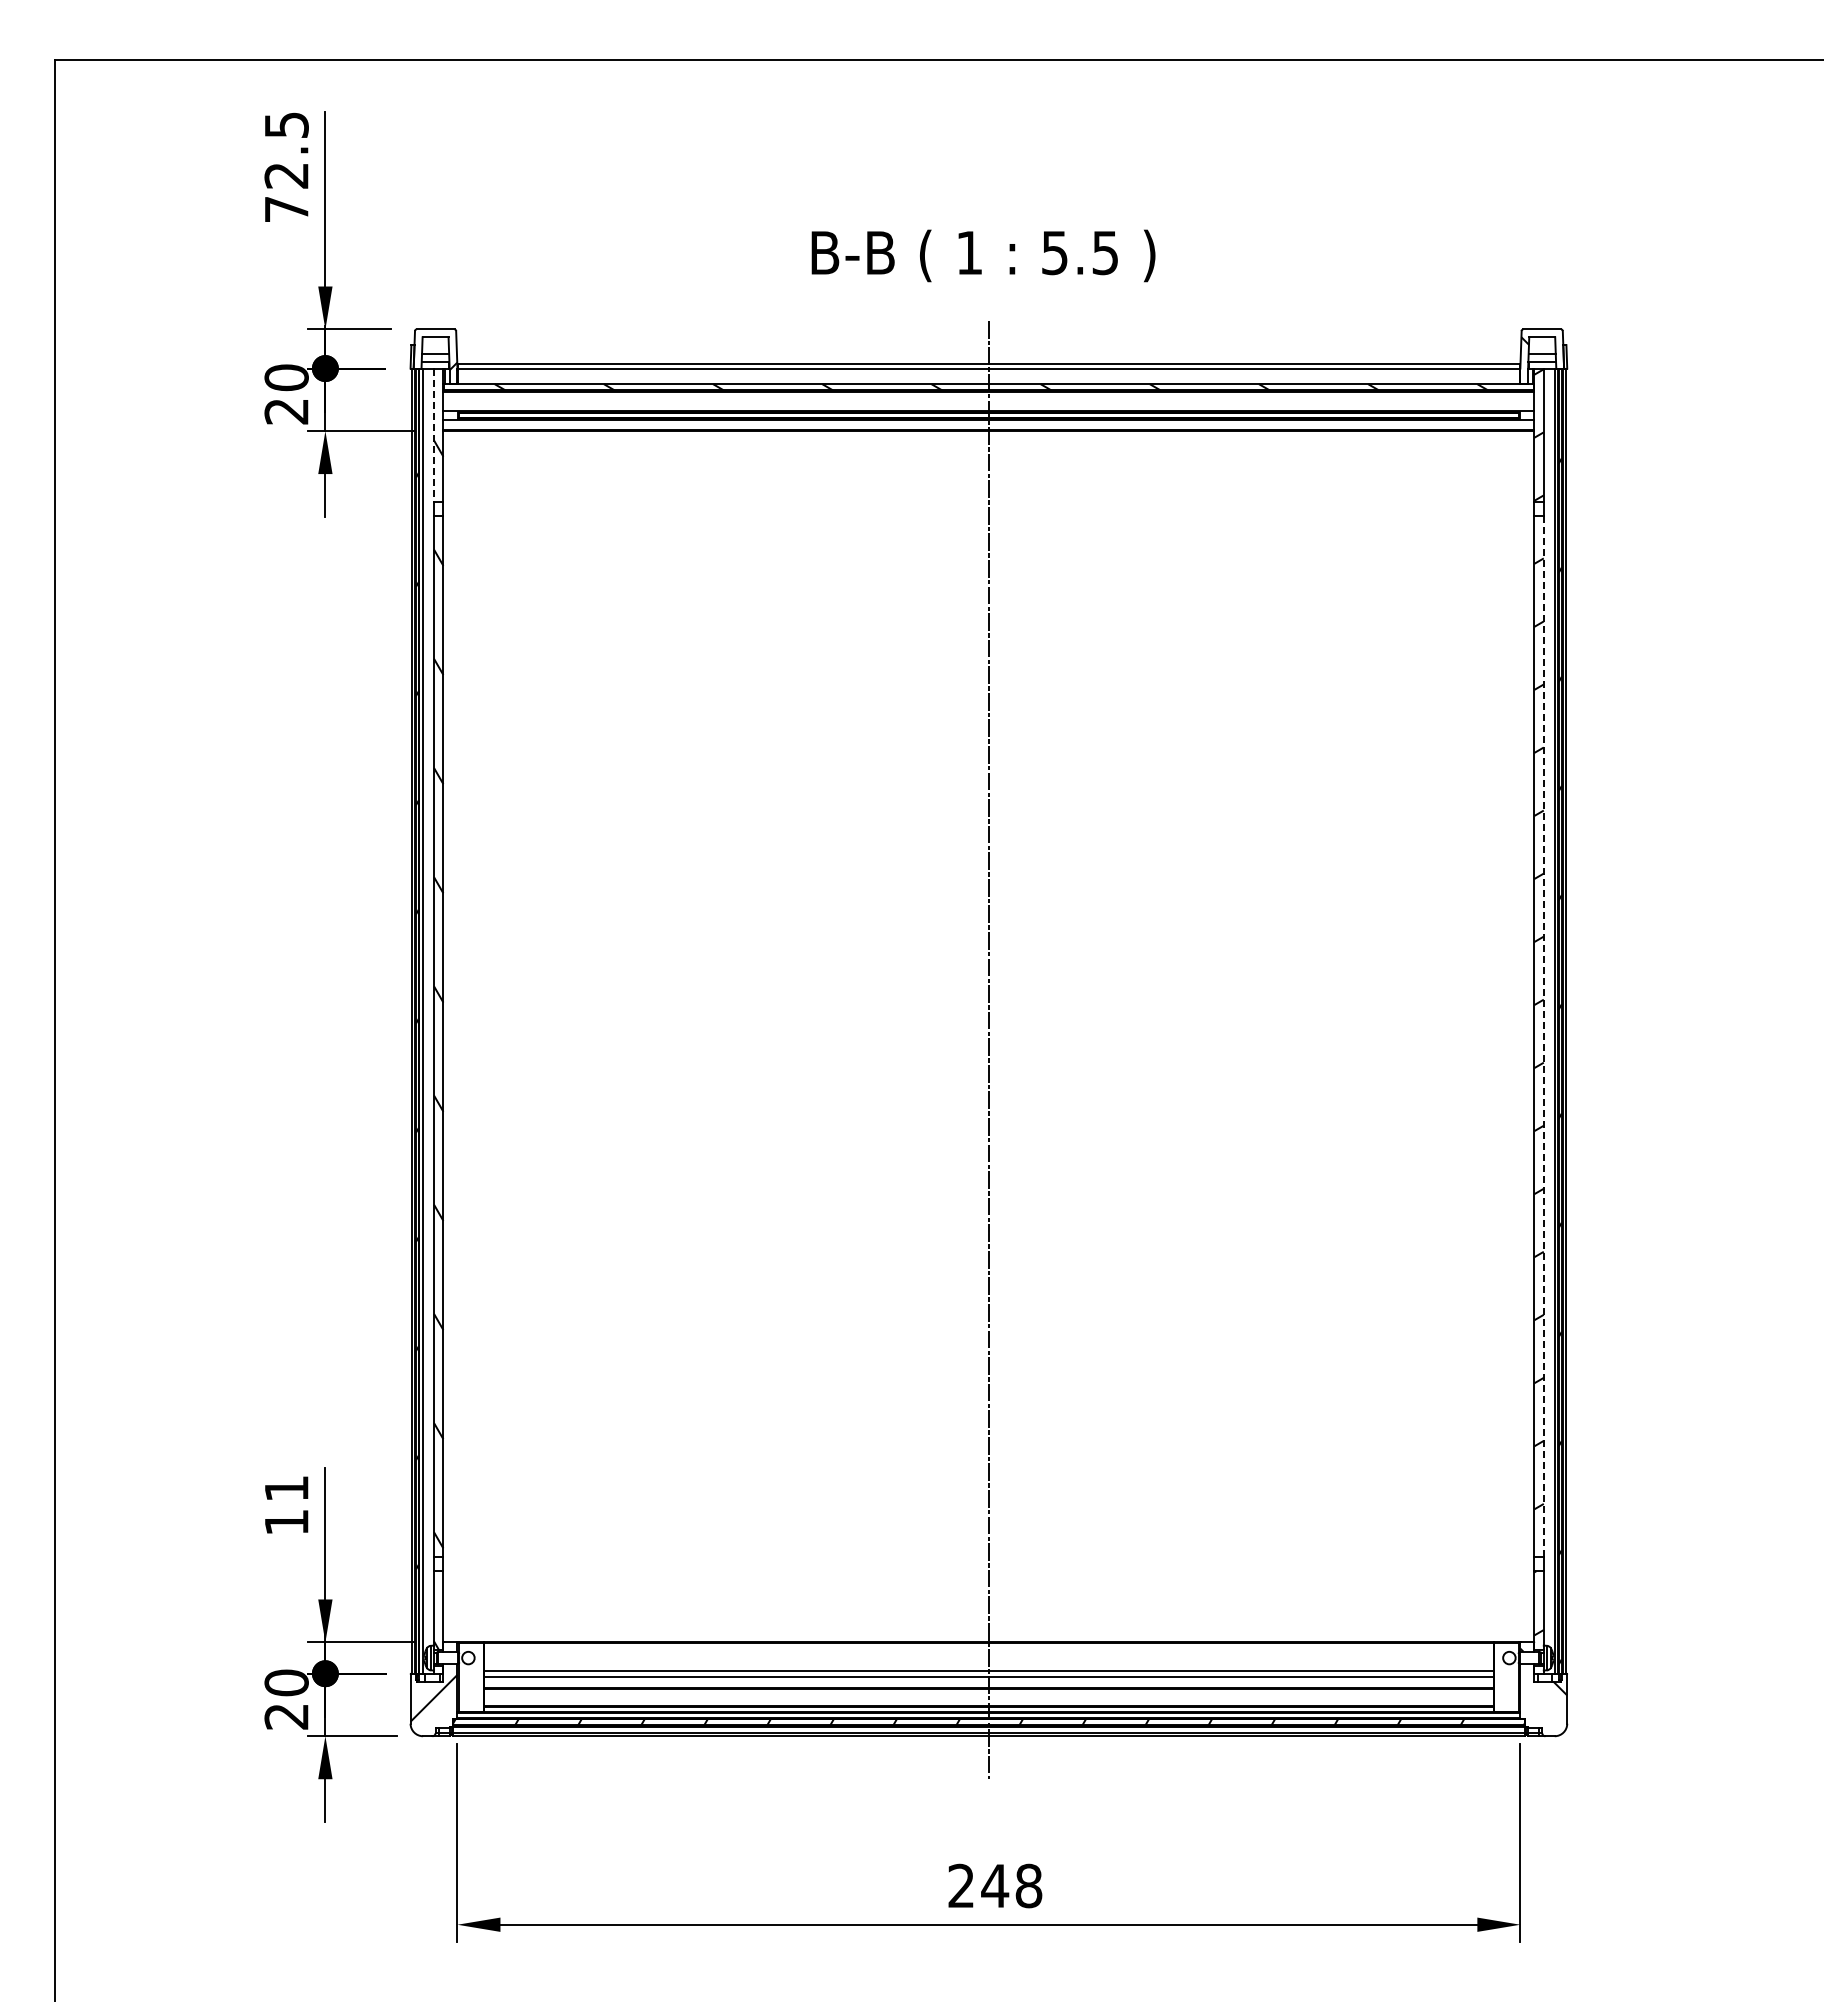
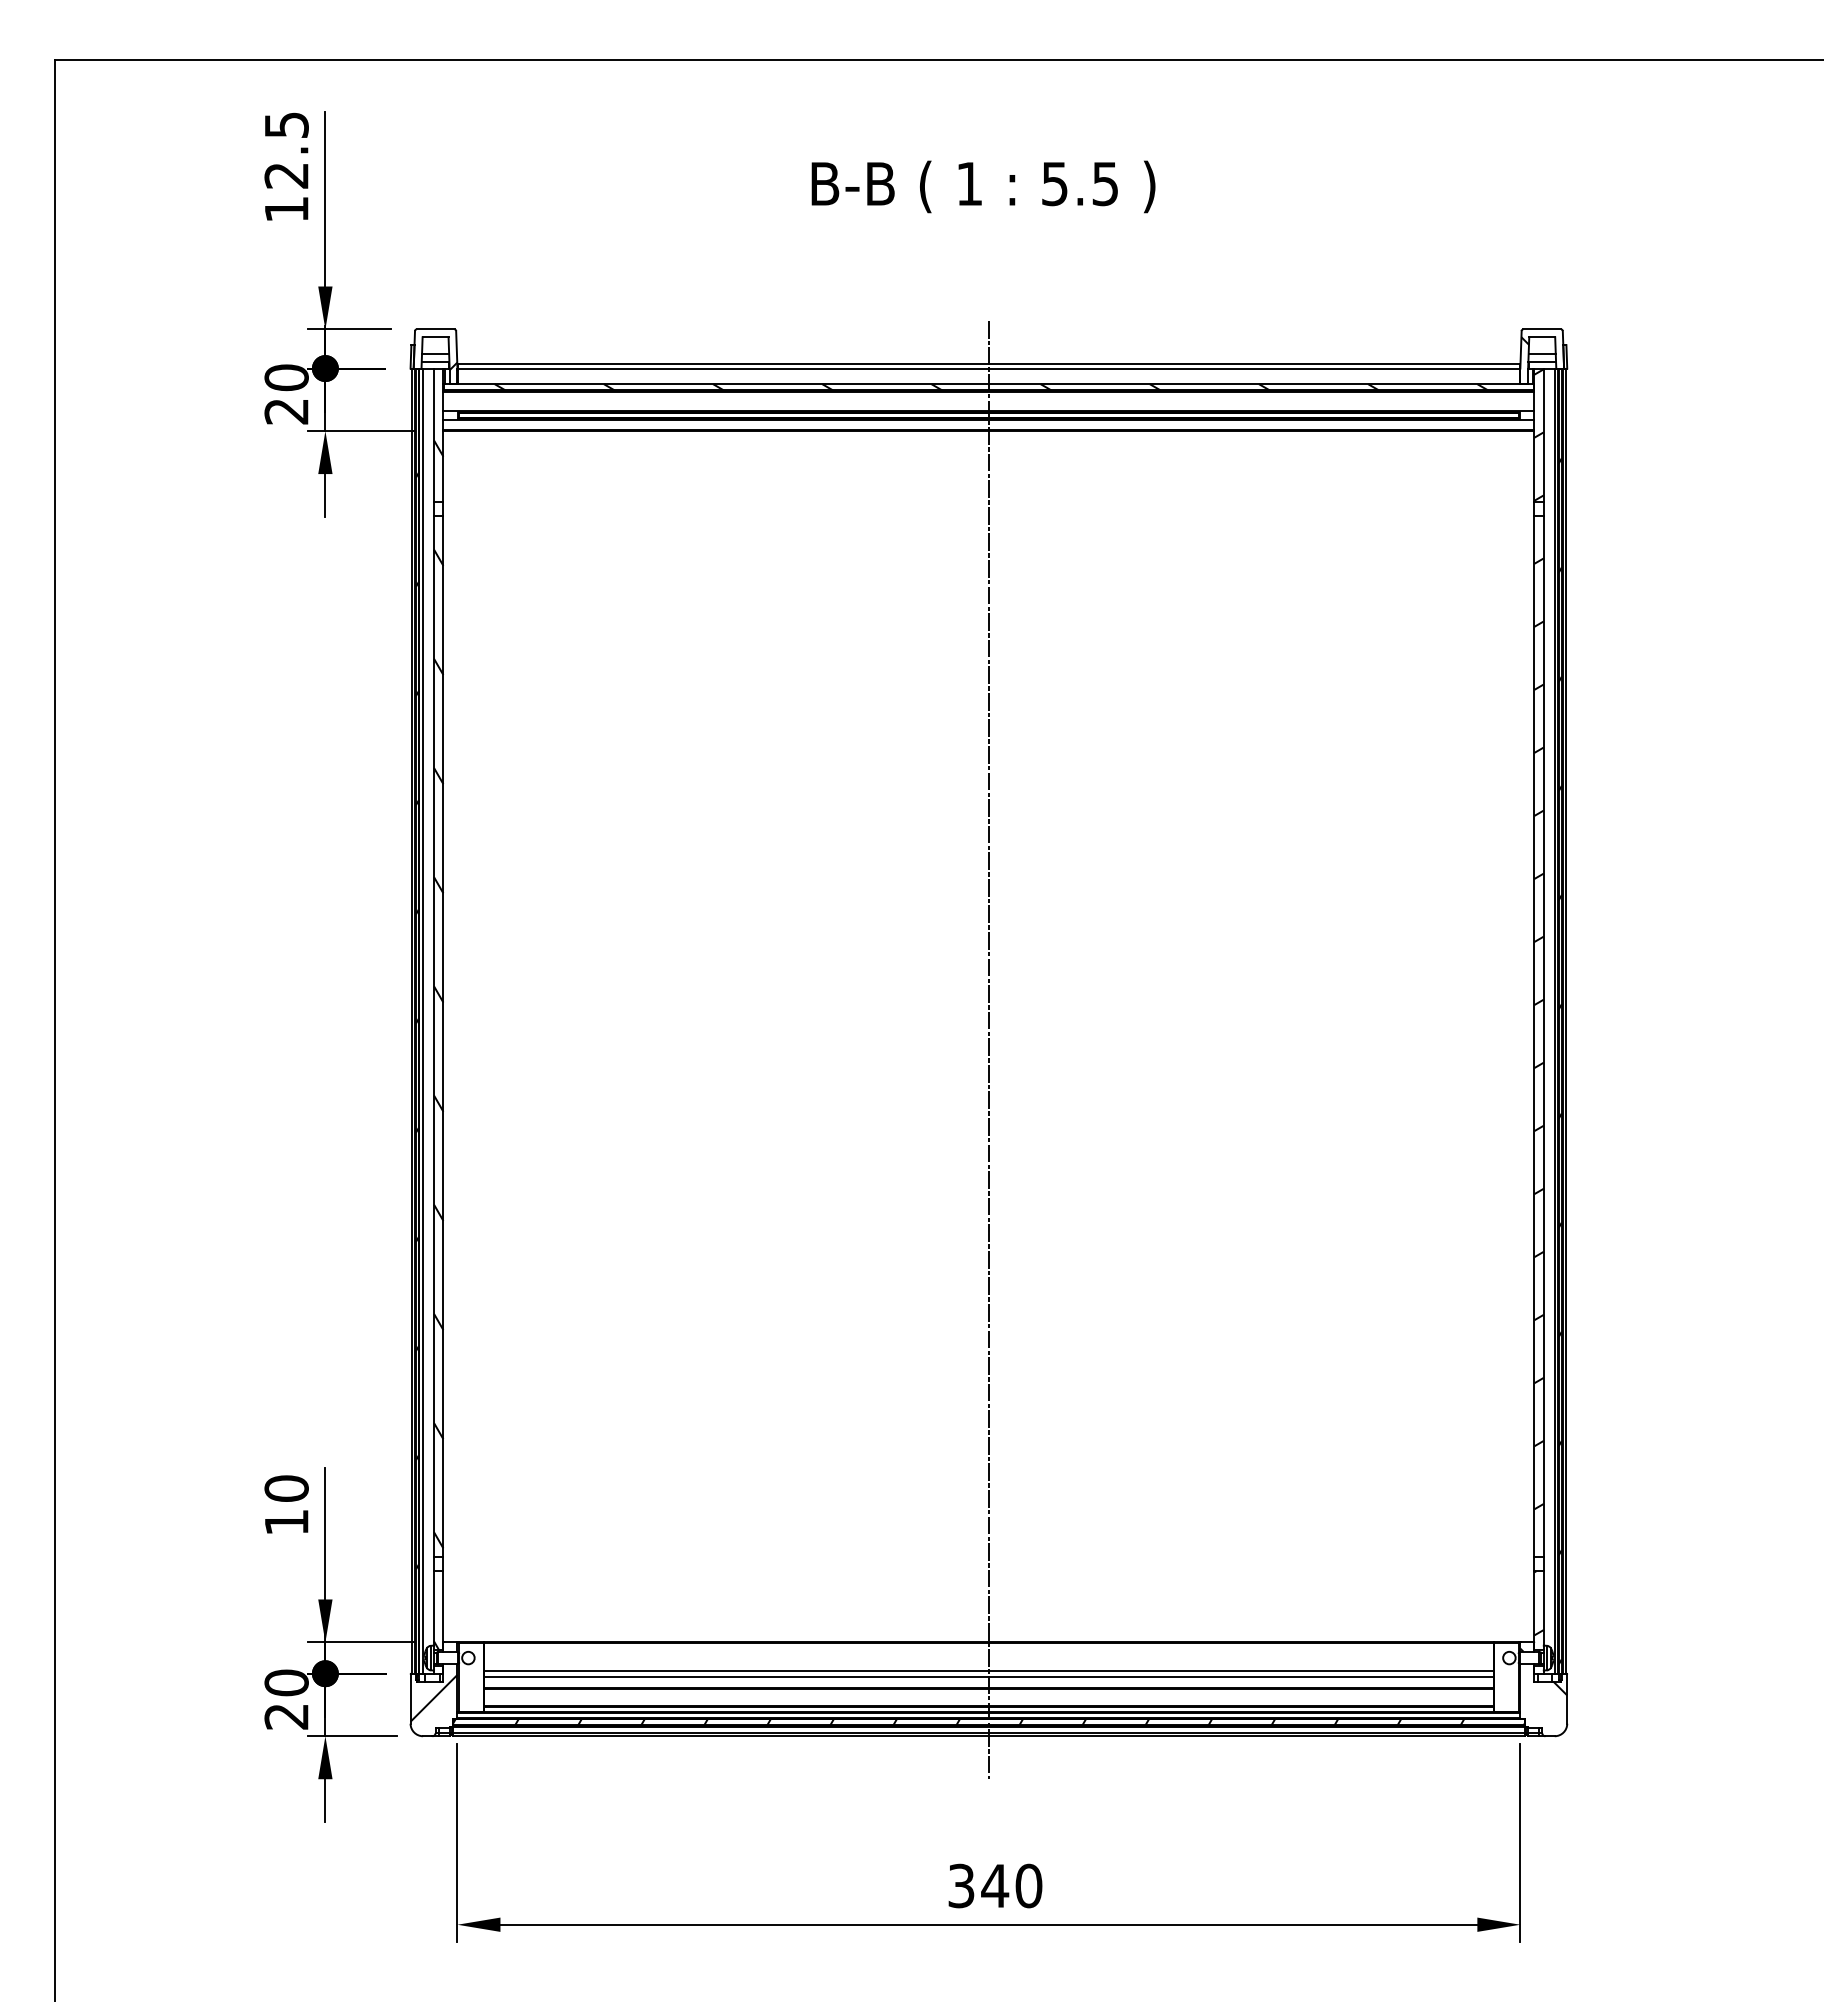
text at (286, 209): 72.5 -> 12.5
text at (983, 255) position: (983, 255) -> (983, 186)
line at (434, 435): dashed -> solid
line at (1543, 1036): dashed -> solid
text at (286, 1488): 11 -> 10
text at (995, 1886): 248 -> 340
